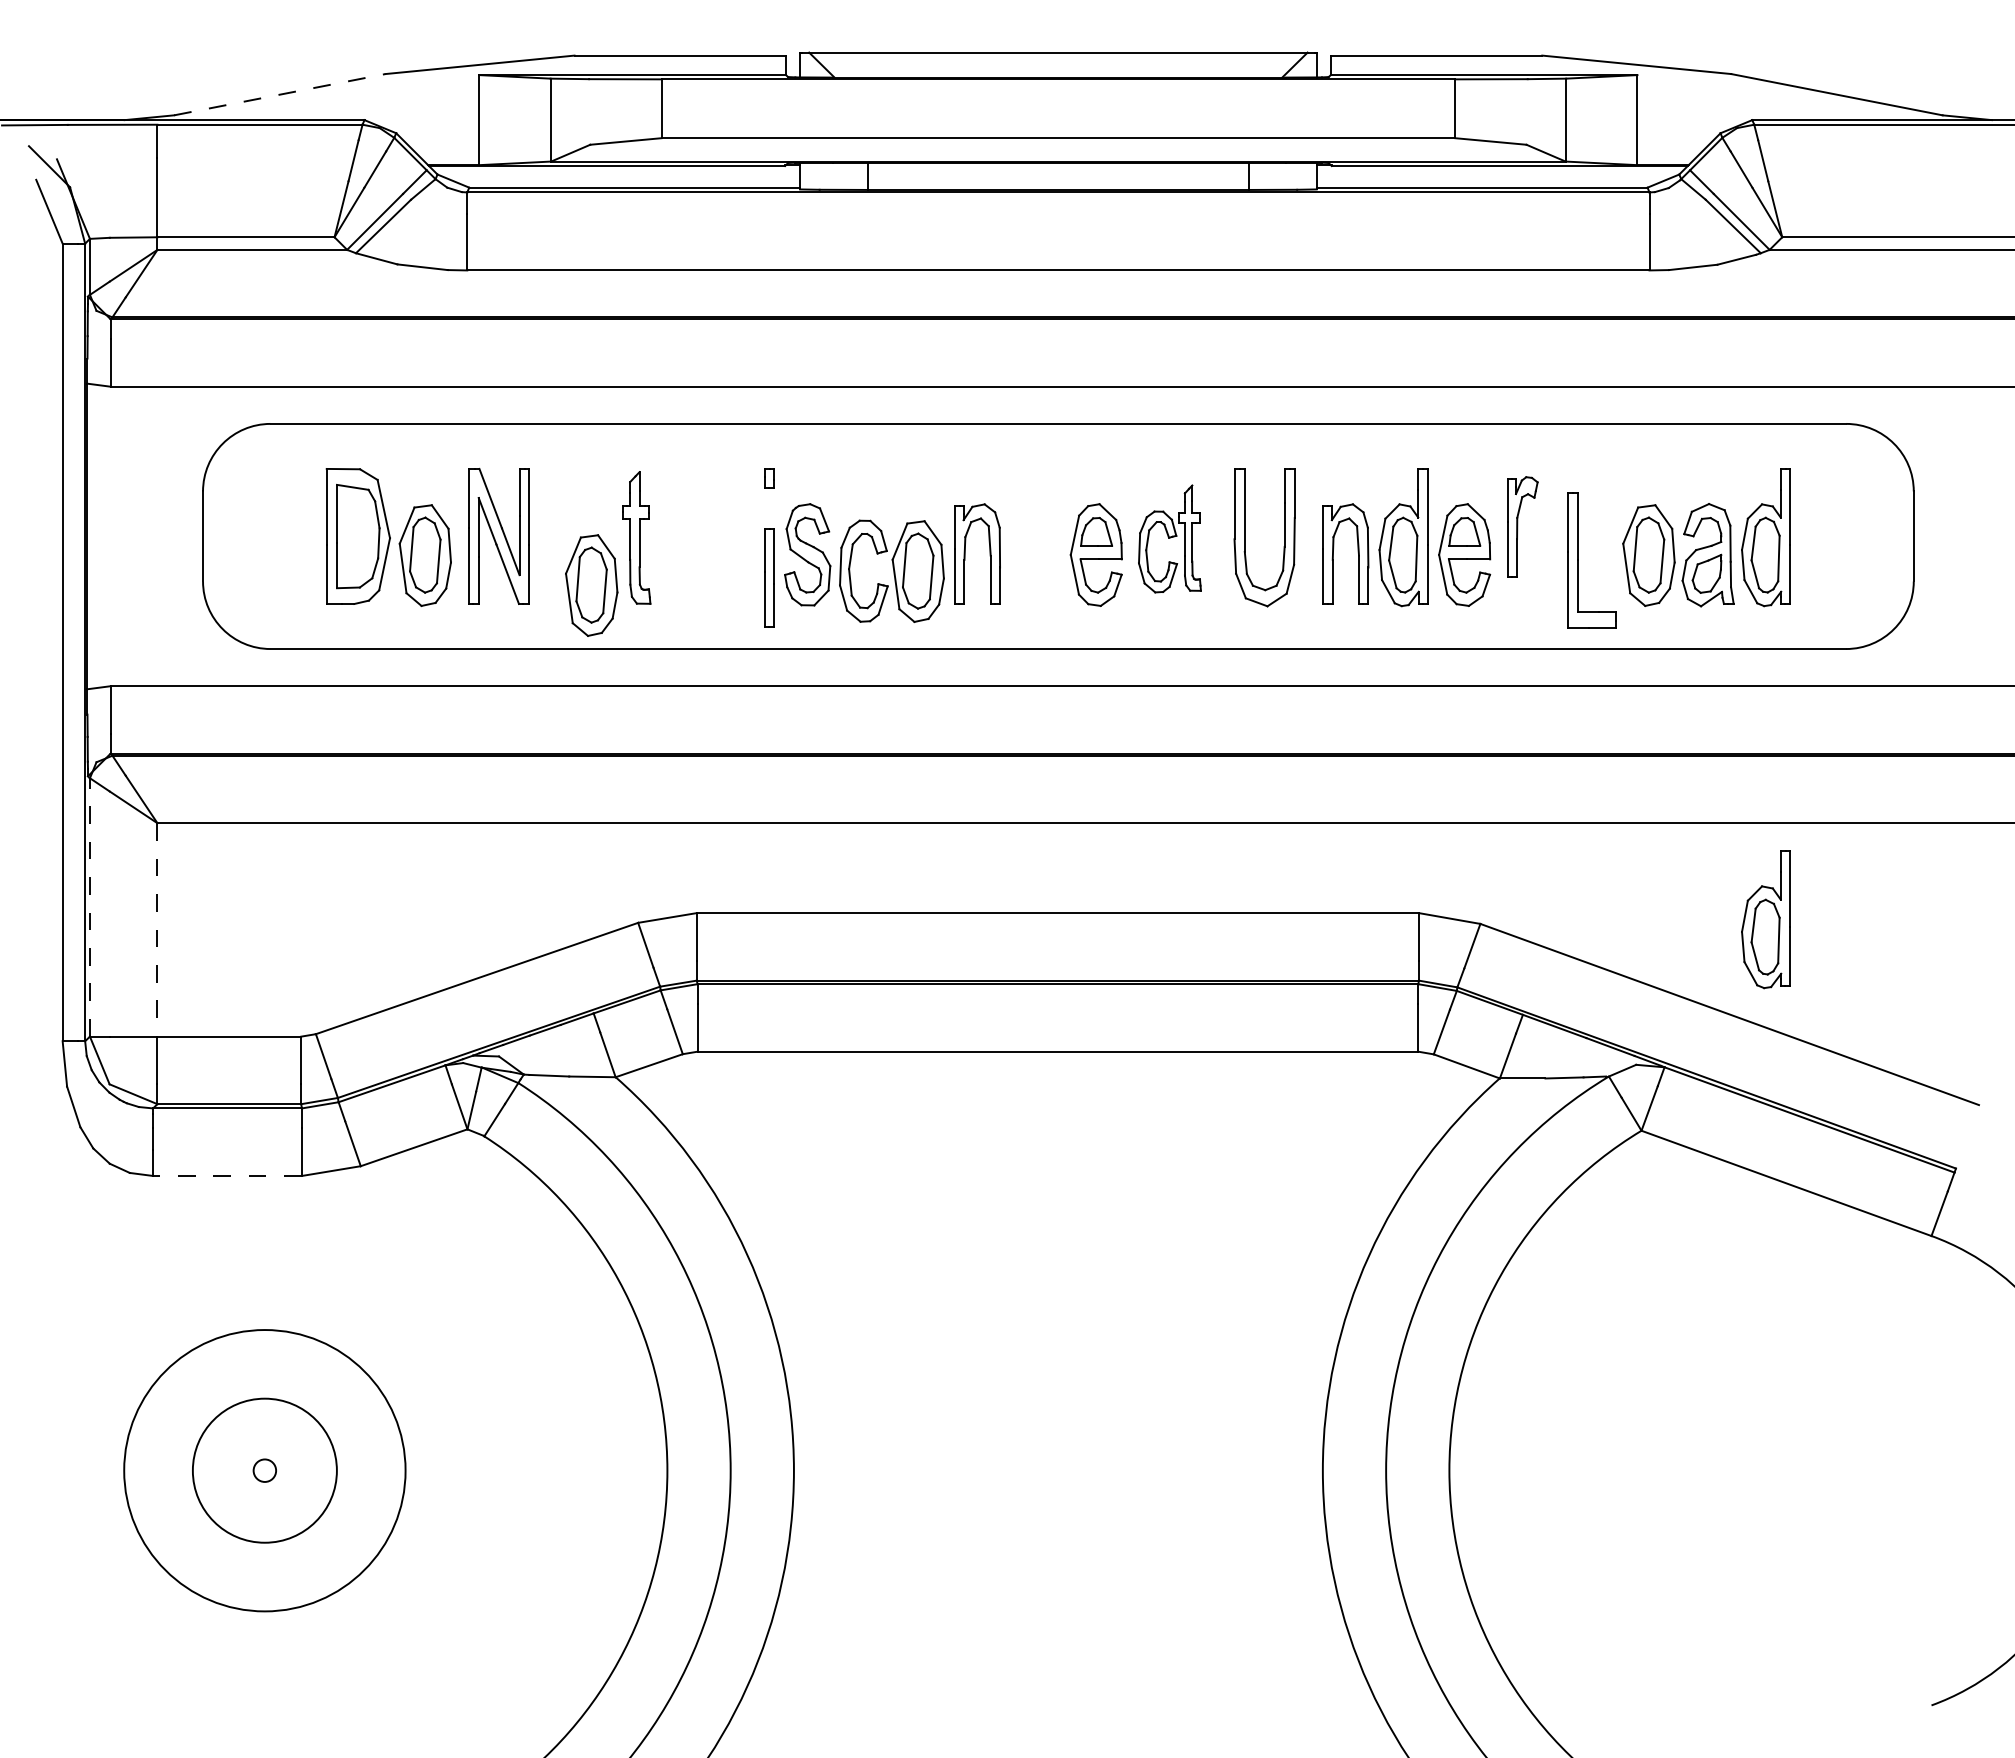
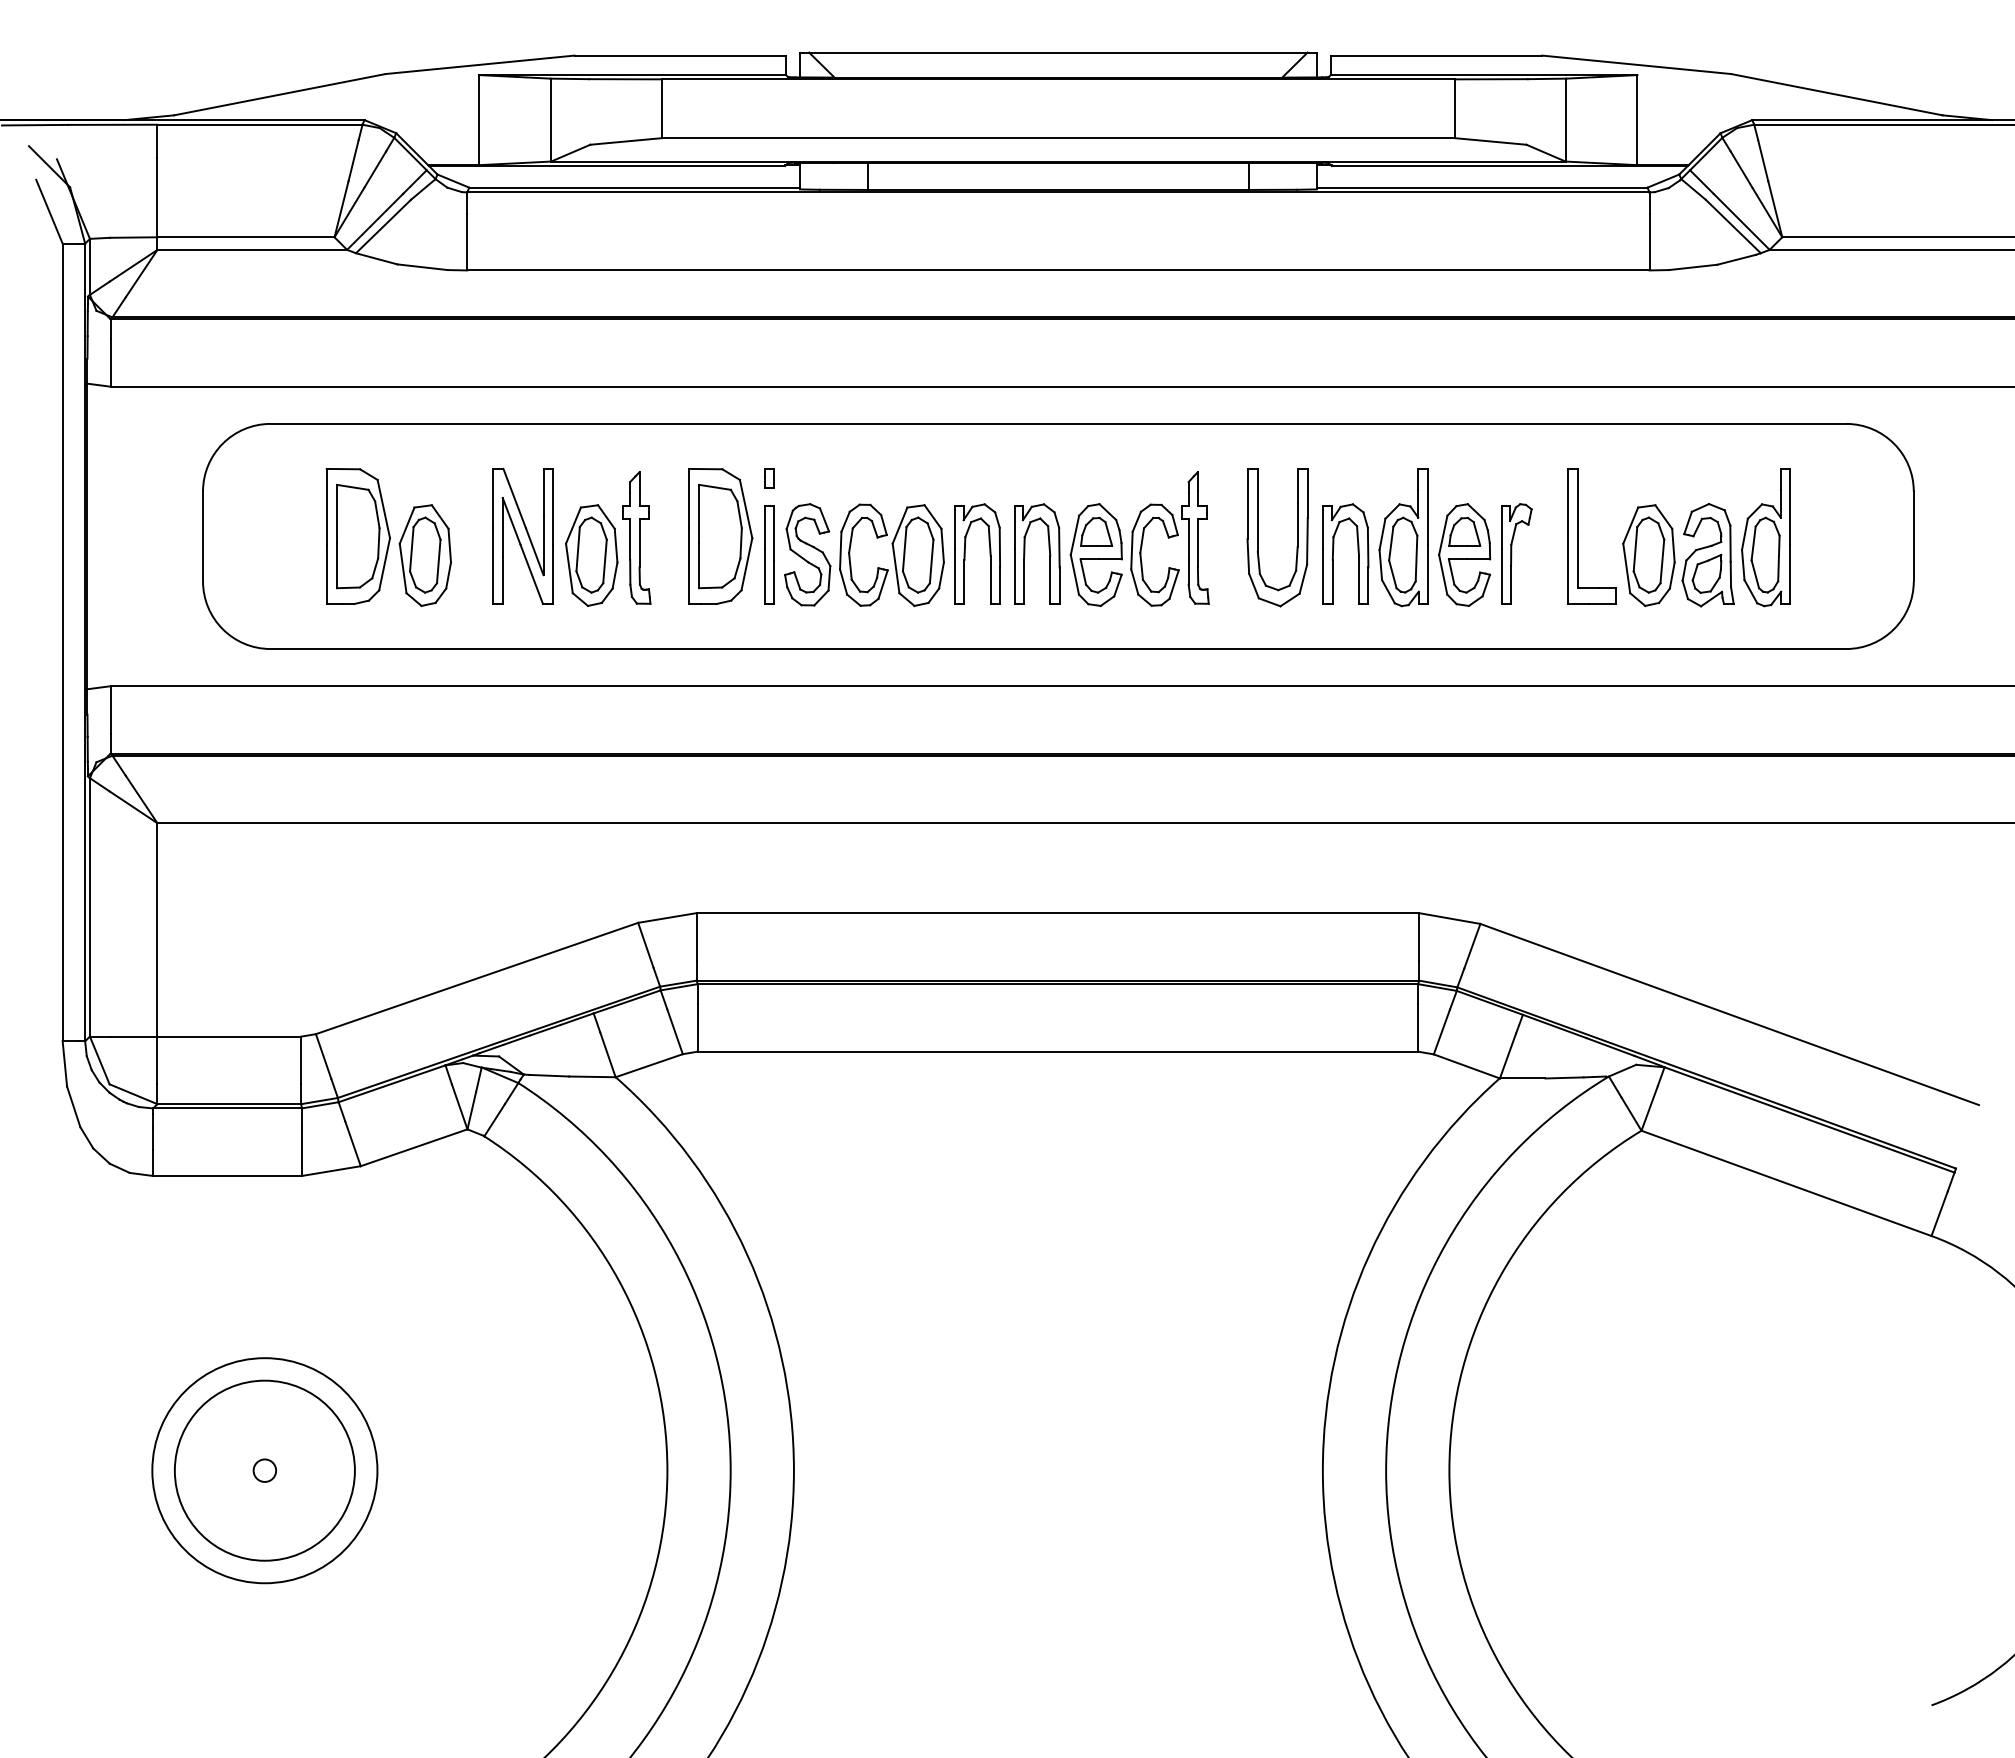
line at (279, 94): dashed -> solid
part at (1522, 526) position: (1522, 526) -> (1516, 553)
part at (498, 536) position: (498, 536) -> (522, 536)
part at (720, 536): none -> present
part at (1245, 537) position: (1245, 537) -> (1258, 537)
part at (1169, 538) size: 64x110 px -> 80x136 px
part at (1048, 549): none -> present
part at (1578, 560) position: (1578, 560) -> (1578, 536)
part at (891, 570) position: (891, 570) -> (891, 554)
part at (769, 577) position: (769, 577) -> (769, 554)
part at (591, 585) position: (591, 585) -> (591, 555)
line at (89, 906): dashed -> solid
part at (1765, 919): present -> none
line at (157, 929): dashed -> solid
line at (227, 1175): dashed -> solid
circle at (264, 1470) diameter: 144 px -> 180 px
circle at (264, 1470) diameter: 281 px -> 225 px
